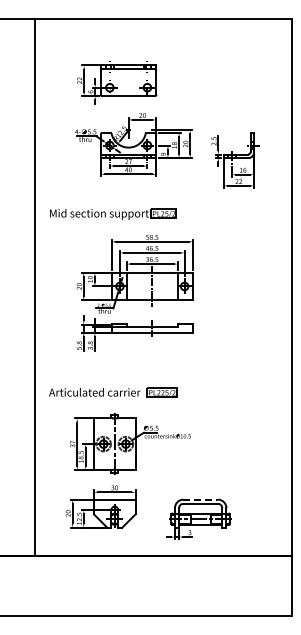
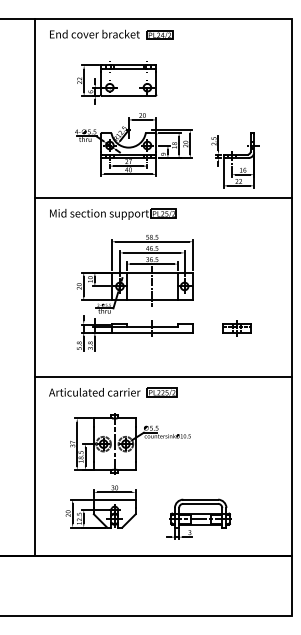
part at (111, 34): none -> present
line at (162, 198): none -> present
part at (236, 328): none -> present
line at (162, 377): none -> present
line at (201, 499): dashed -> solid
